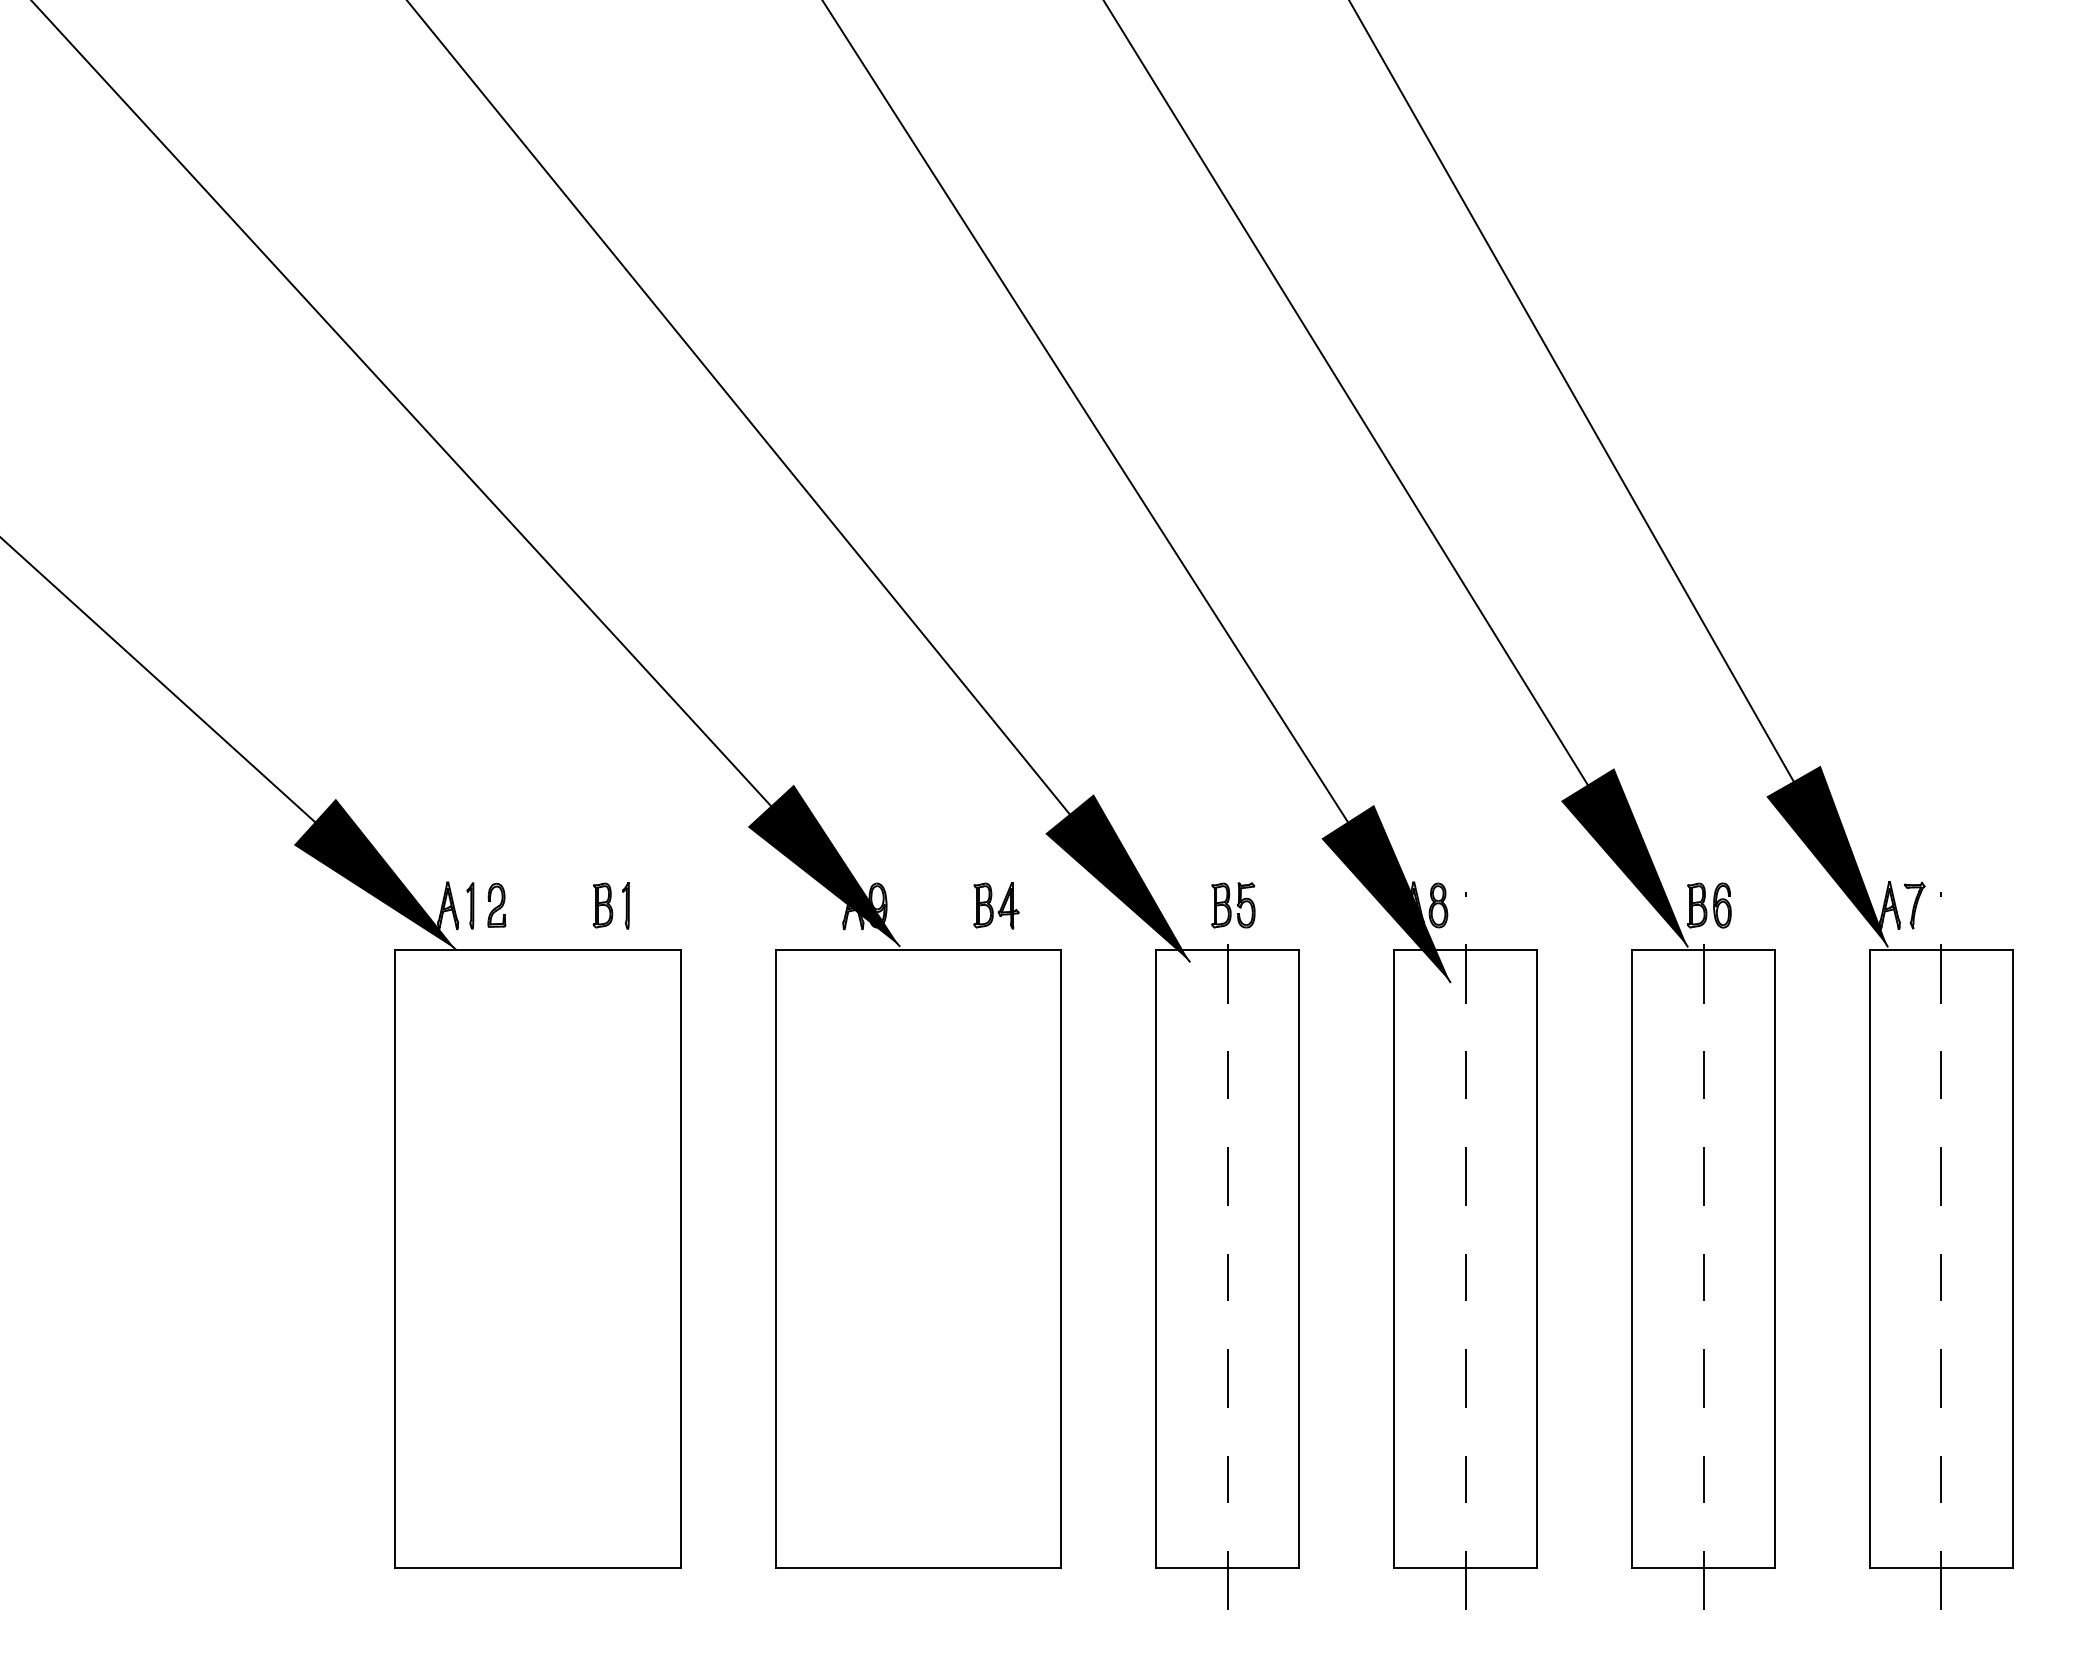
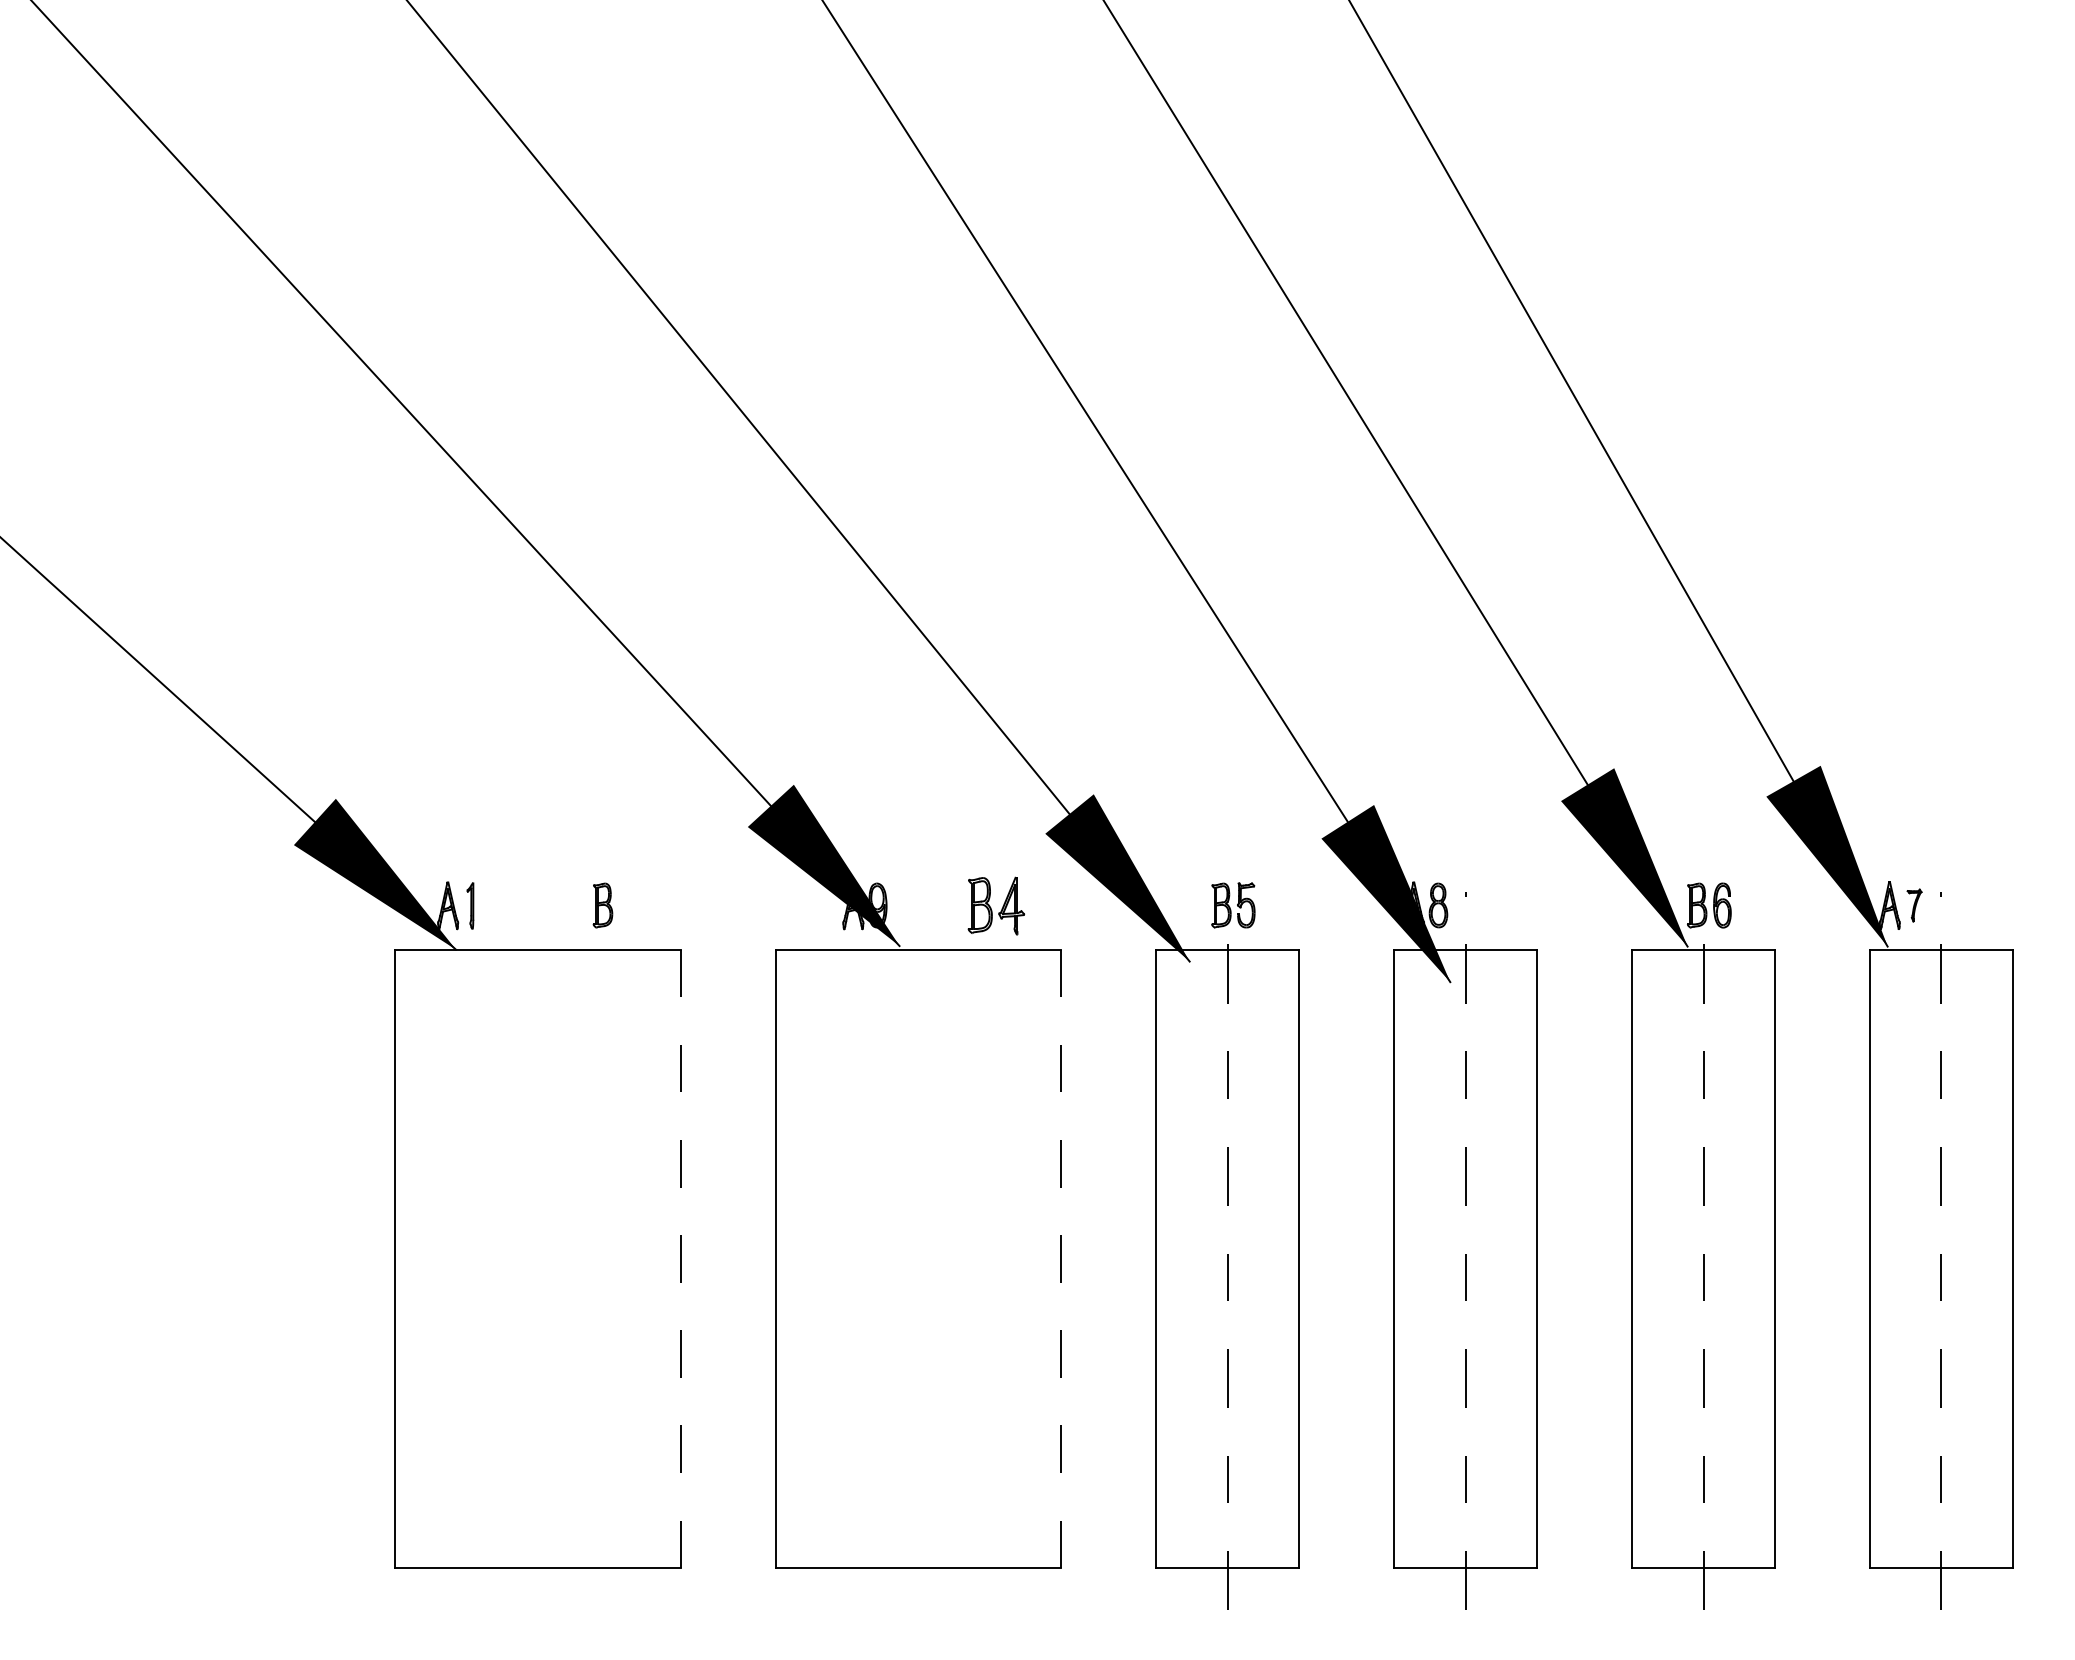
part at (496, 904): present -> none
part at (625, 905): present -> none
part at (996, 905) size: 47x48 px -> 59x60 px
part at (1914, 905) size: 23x49 px -> 17x35 px
line at (680, 1258): solid -> dashed
line at (1061, 1258): solid -> dashed
